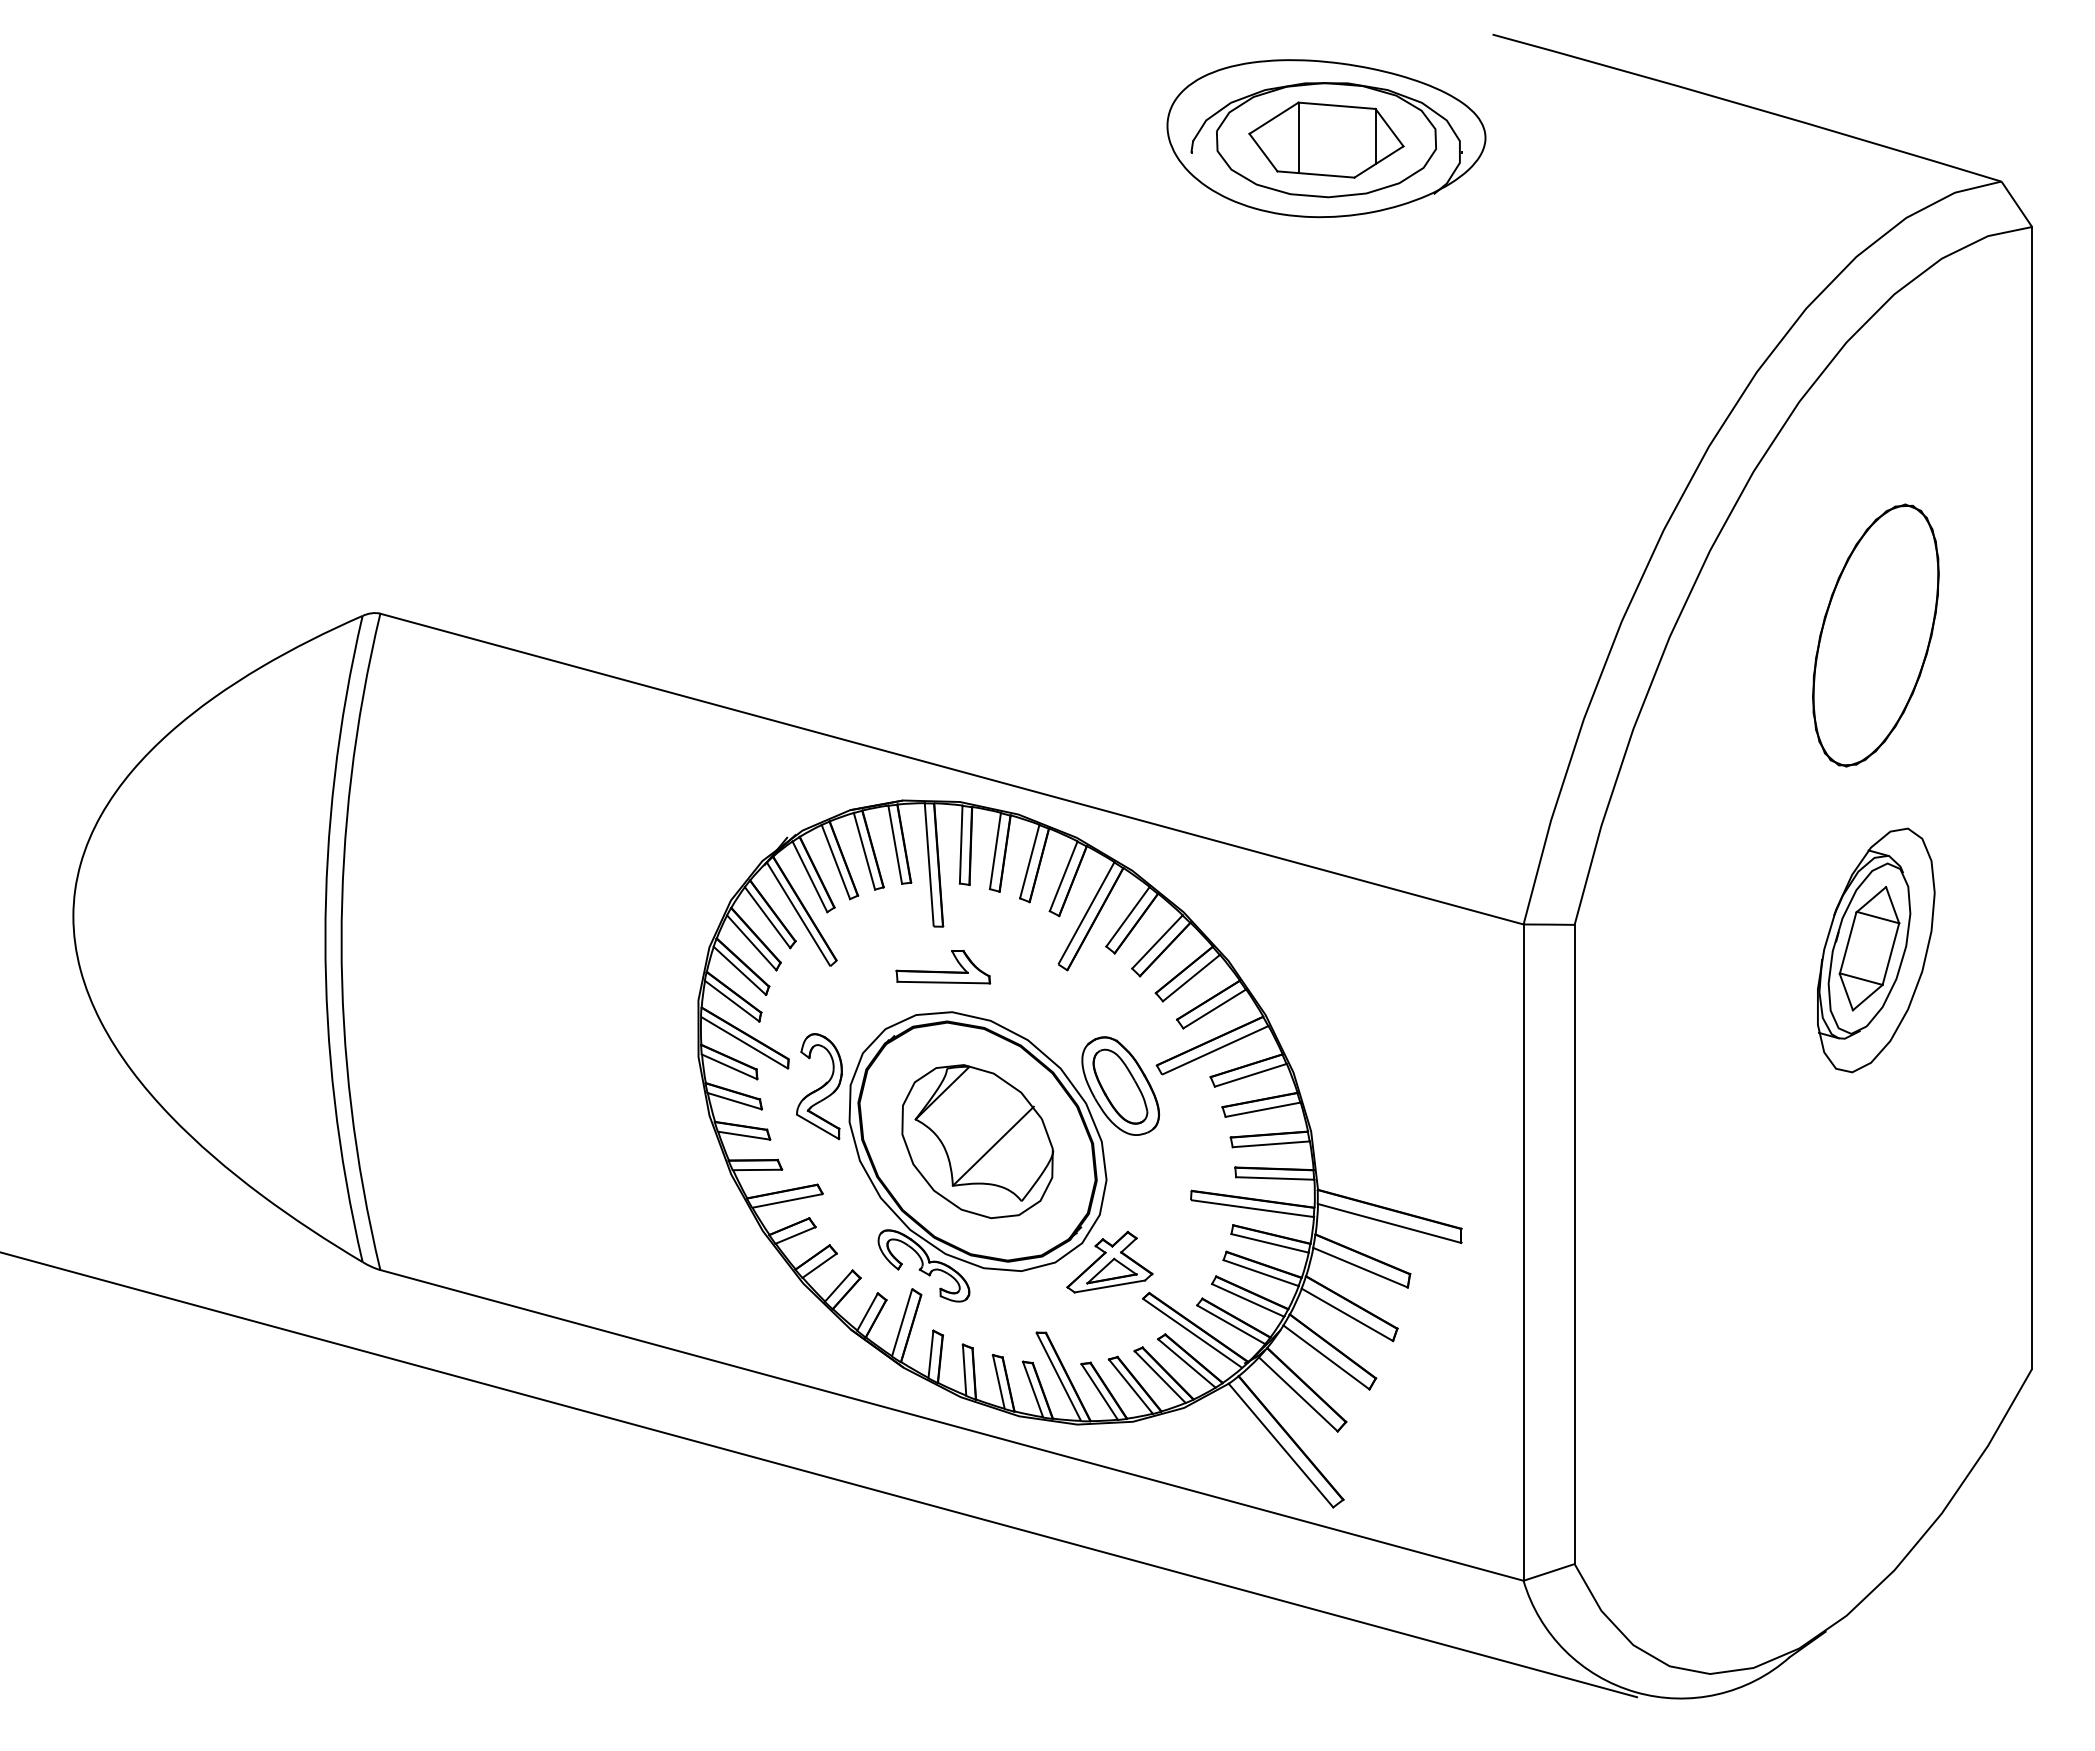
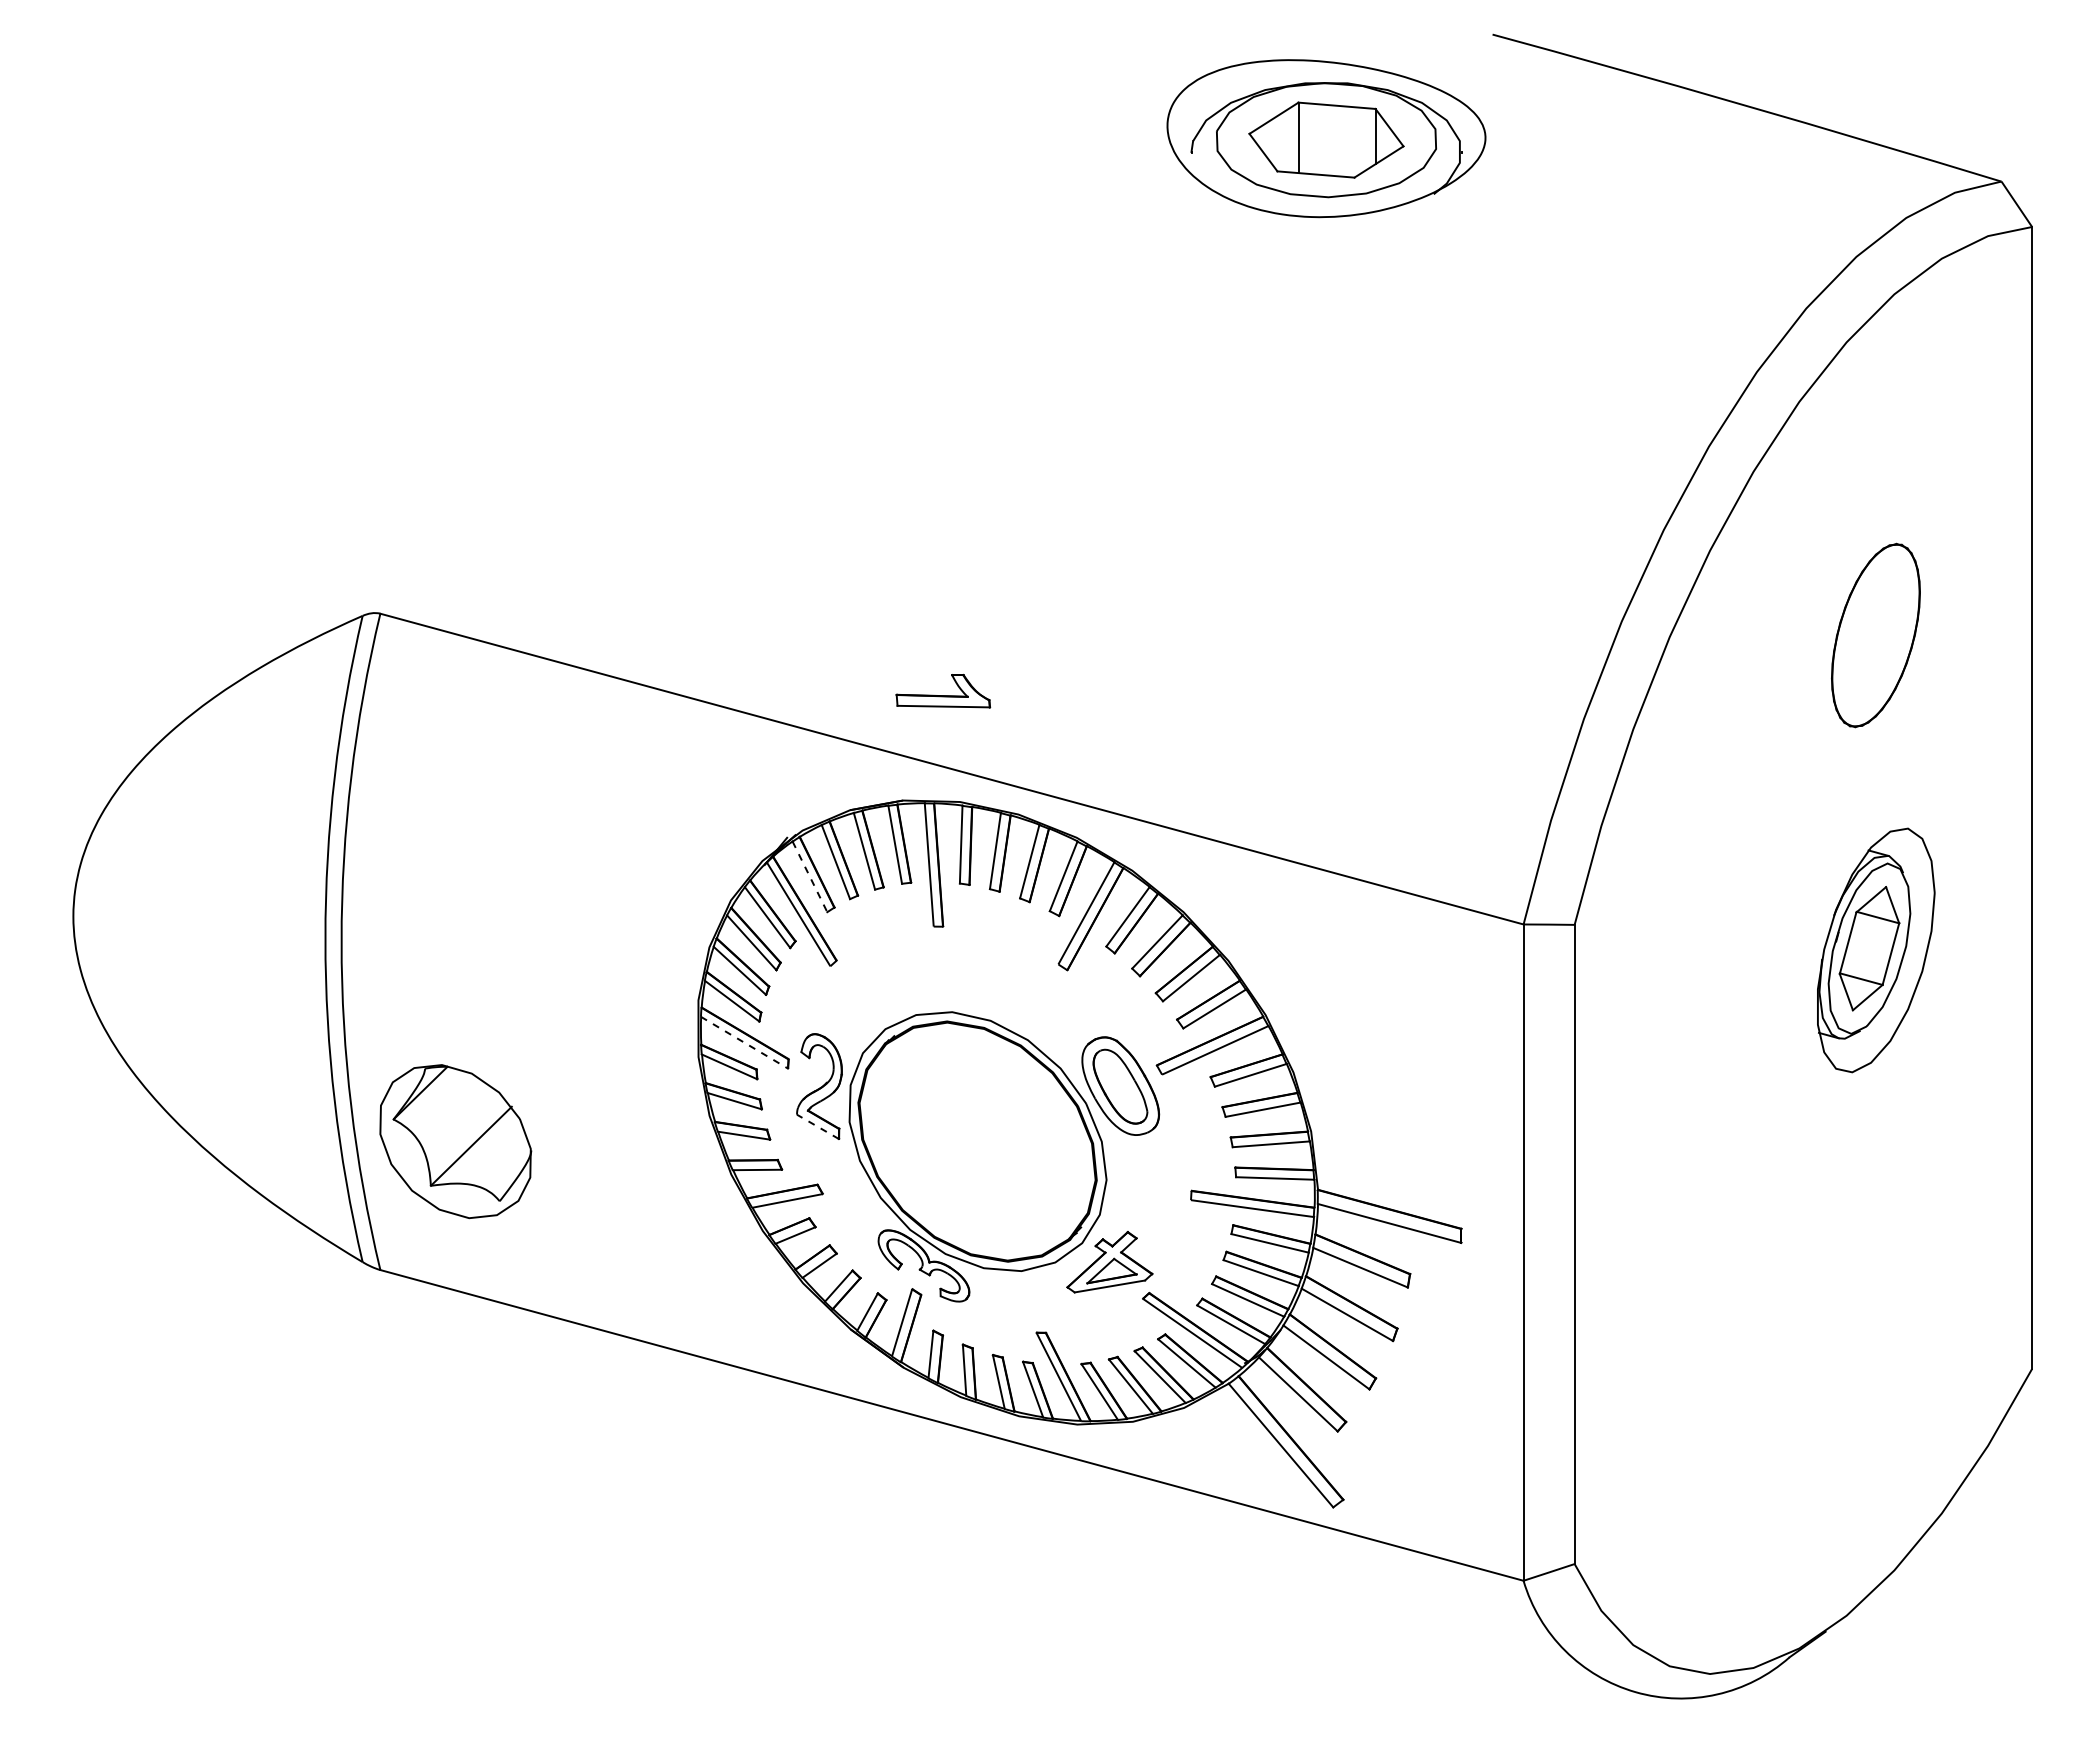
part at (1875, 635) size: 128x265 px -> 90x187 px
line at (810, 877): solid -> dashed
part at (943, 966) position: (943, 966) -> (943, 690)
line at (744, 1042): solid -> dashed
line at (817, 1126): solid -> dashed
part at (977, 1141) position: (977, 1141) -> (455, 1141)
line at (819, 1474): present -> none
